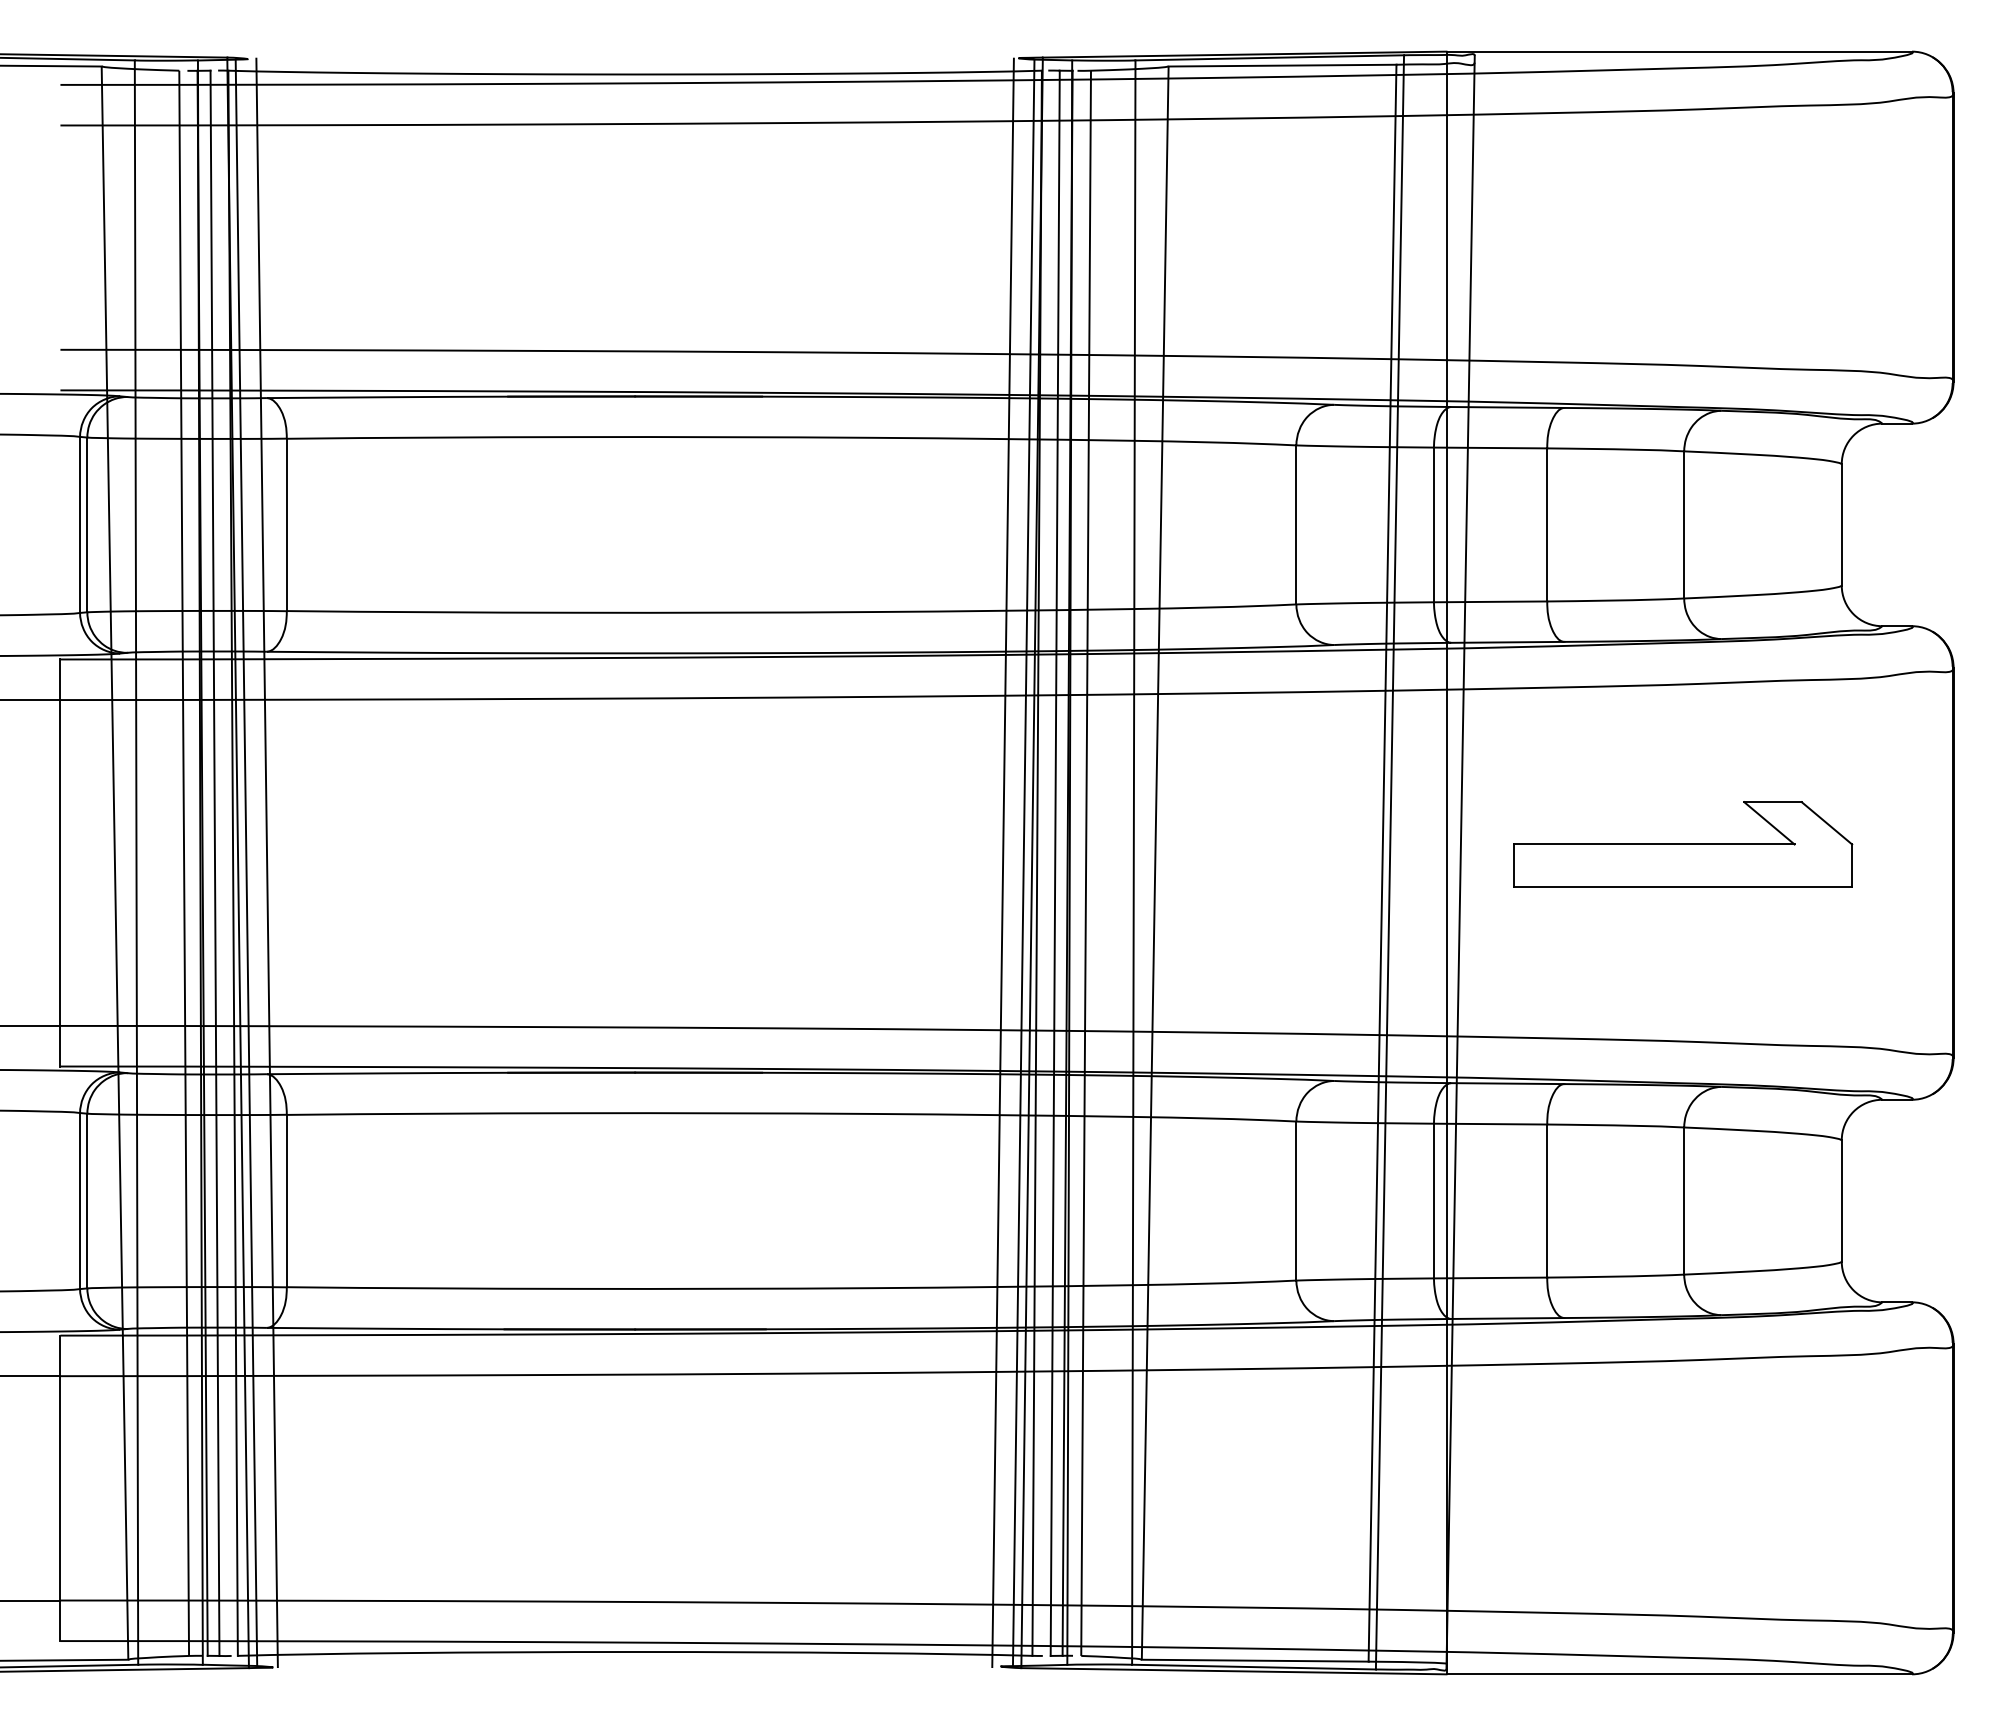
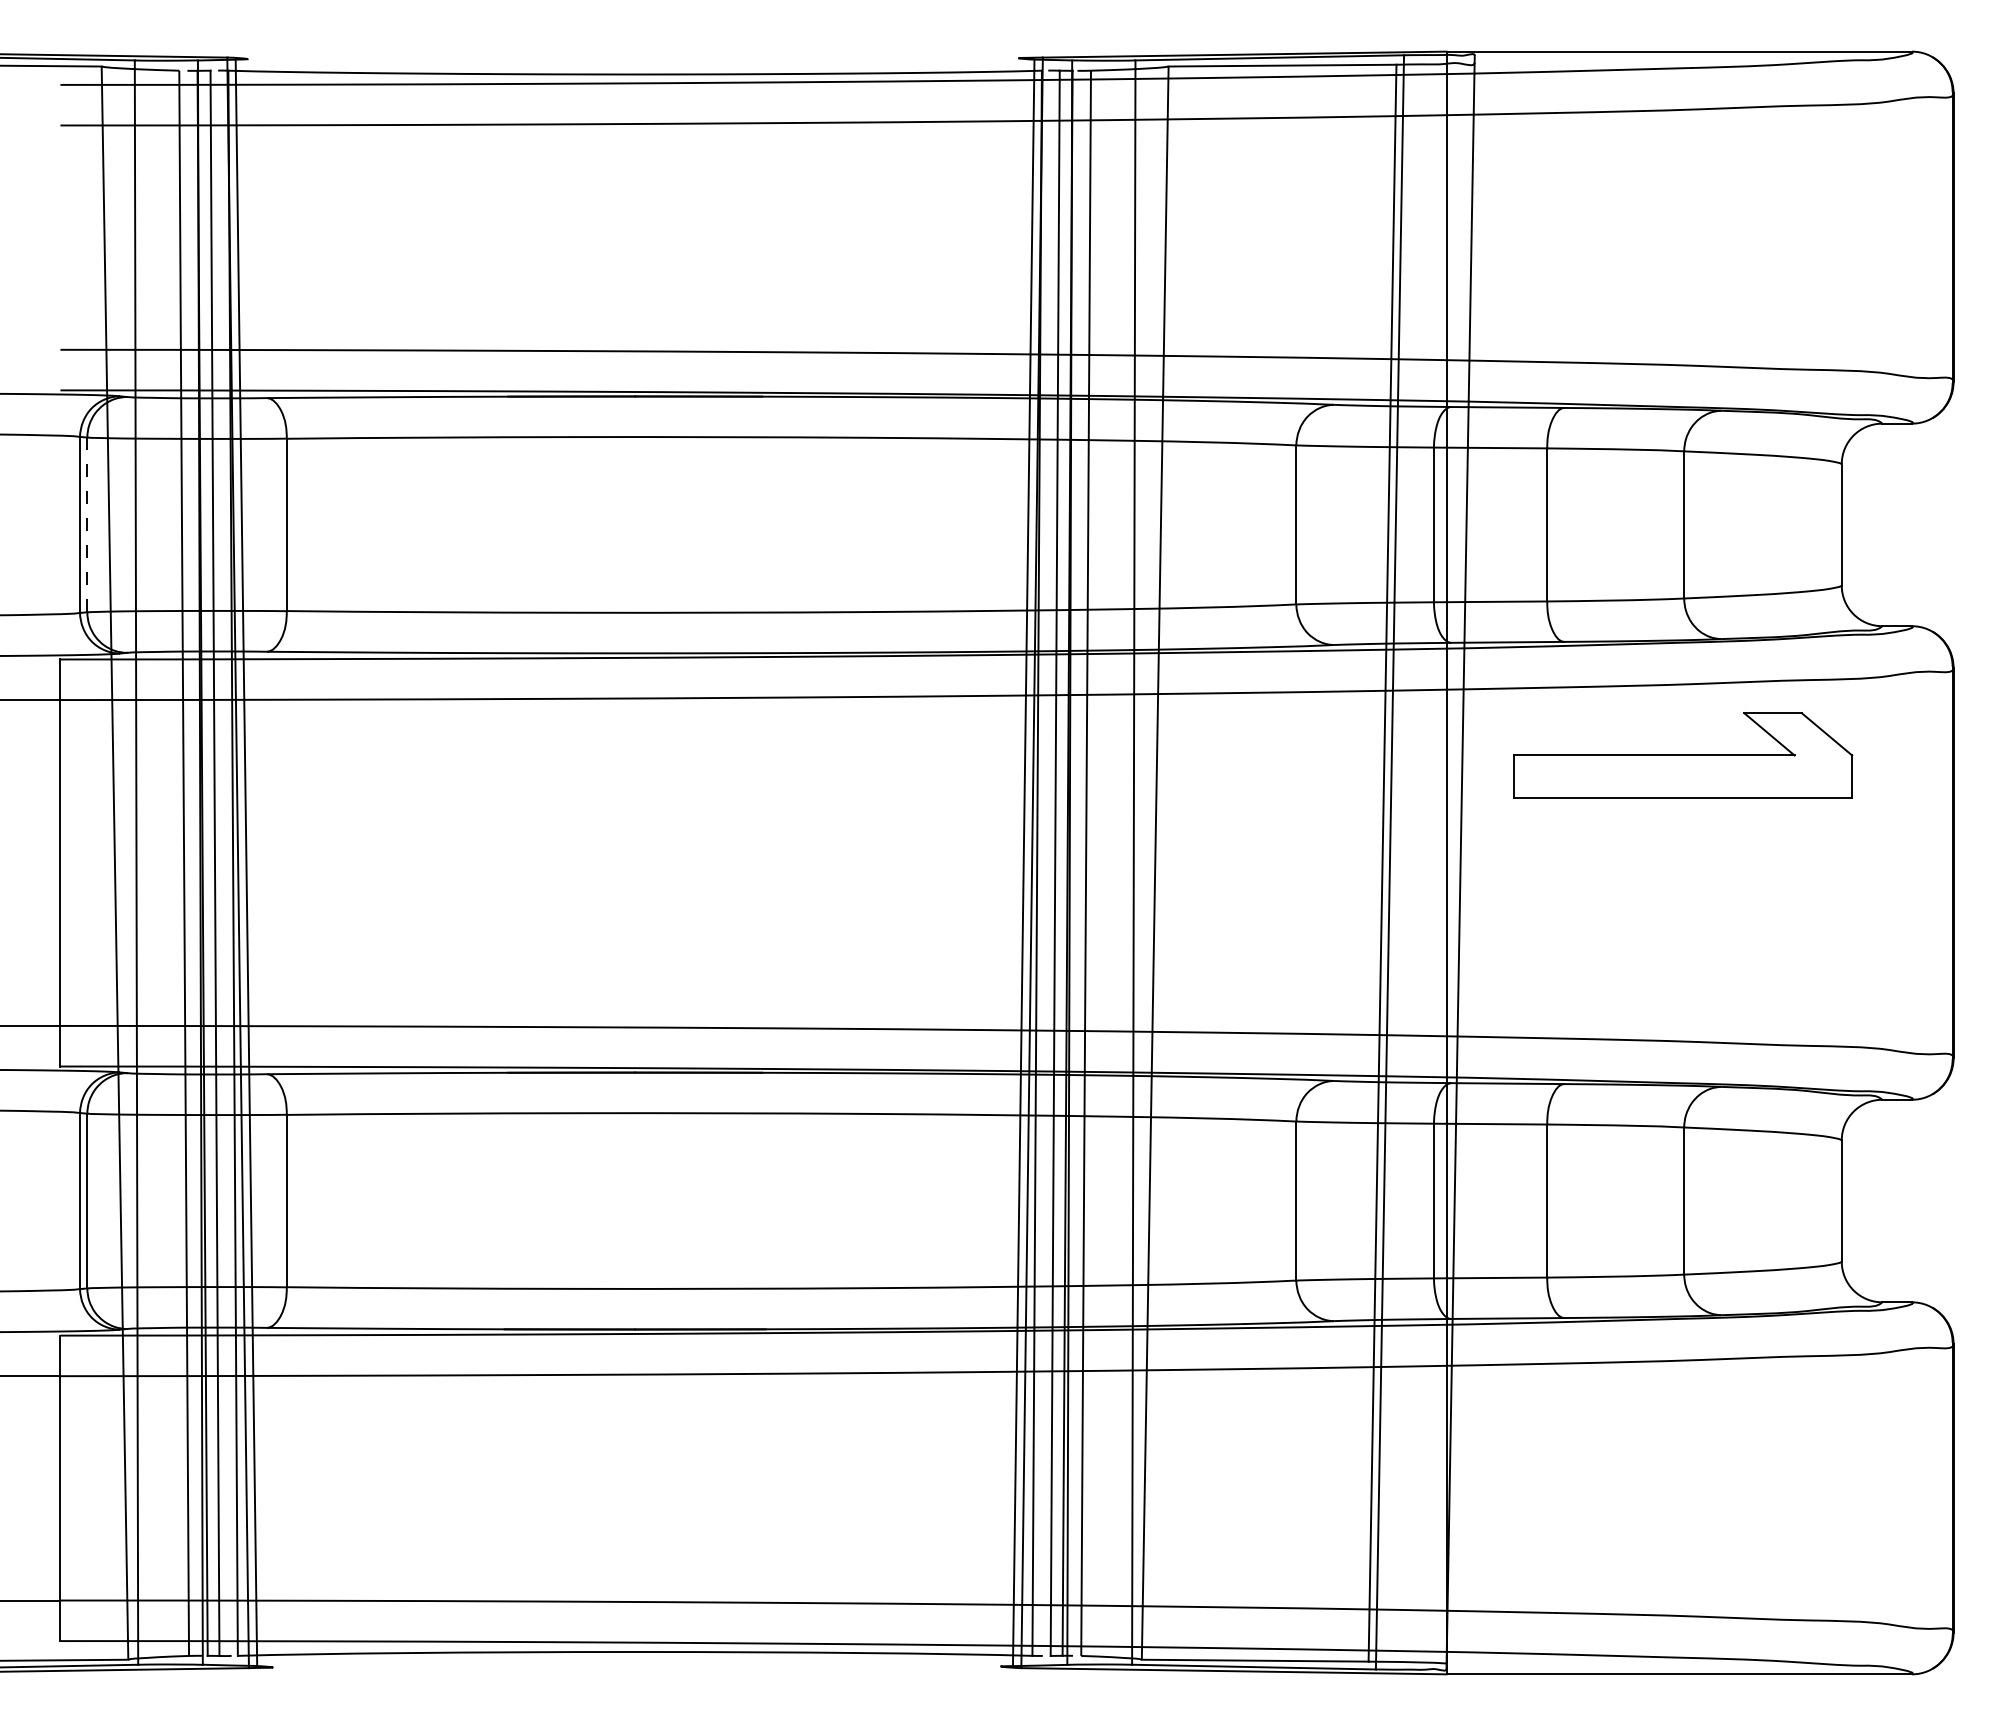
line at (87, 524): solid -> dashed
part at (1683, 844) position: (1683, 844) -> (1683, 755)
line at (266, 862): present -> none
line at (1002, 862): present -> none
